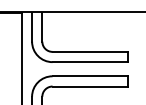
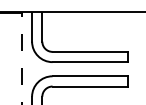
line at (21, 58): solid -> dashed
